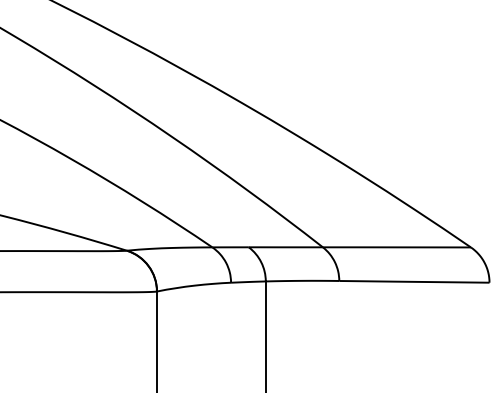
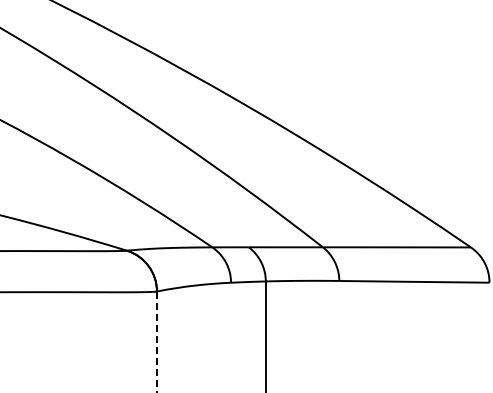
line at (157, 342): solid -> dashed
